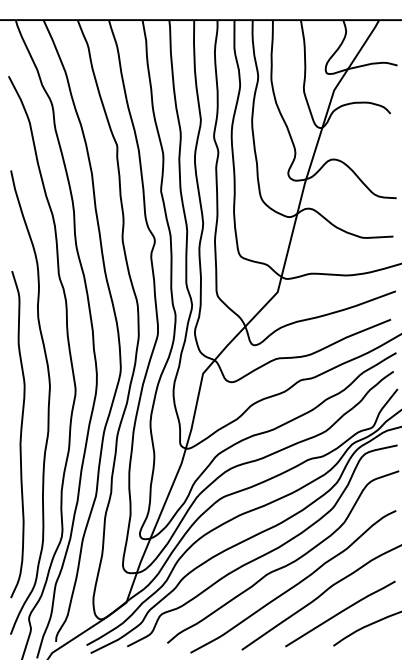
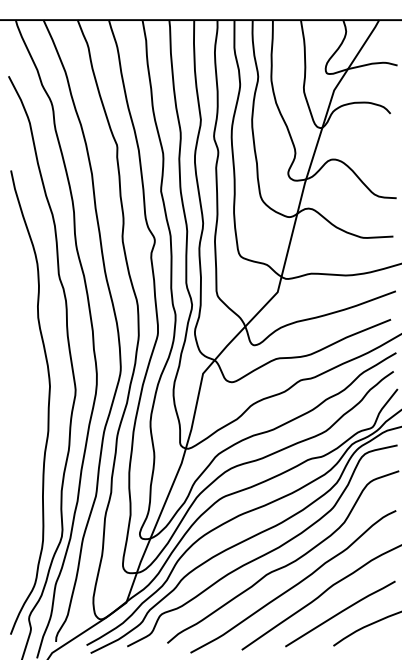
curve at (20, 434): present -> none
